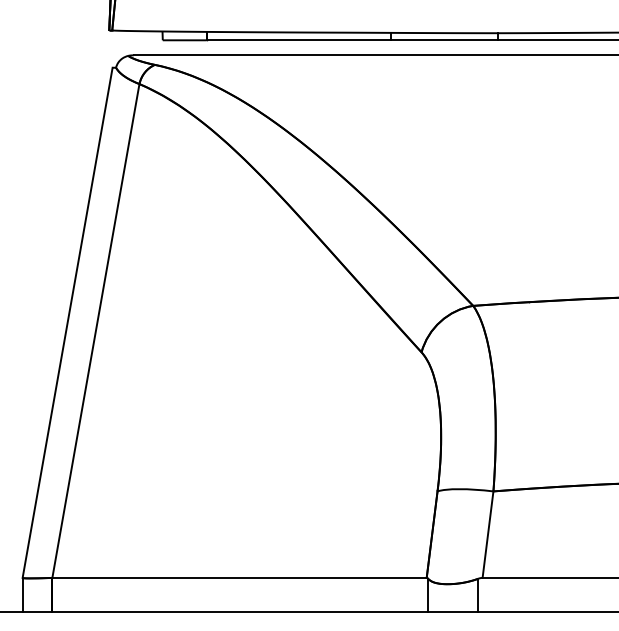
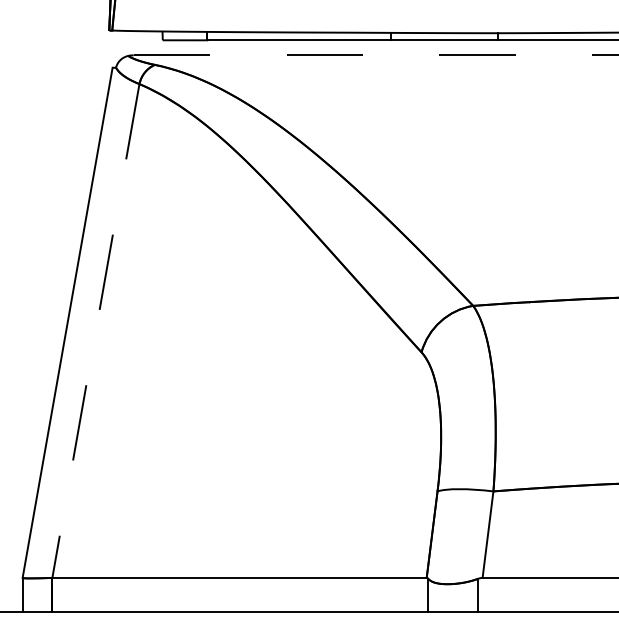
line at (376, 55): solid -> dashed
line at (95, 331): solid -> dashed
